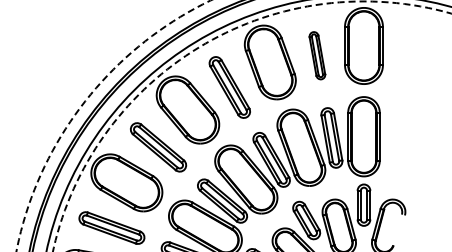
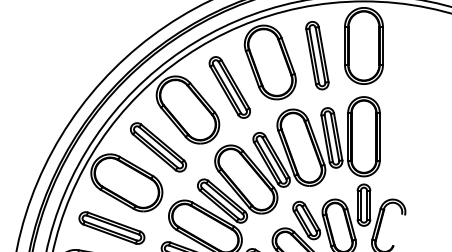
part at (317, 55) size: 19x50 px -> 25x70 px
circle at (113, 125): dashed -> solid
circle at (251, 126): dashed -> solid
